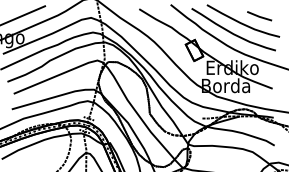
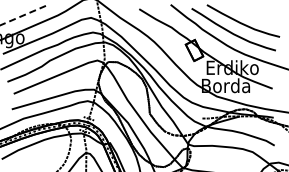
line at (23, 15): solid -> dashed
line at (259, 16): present -> none
